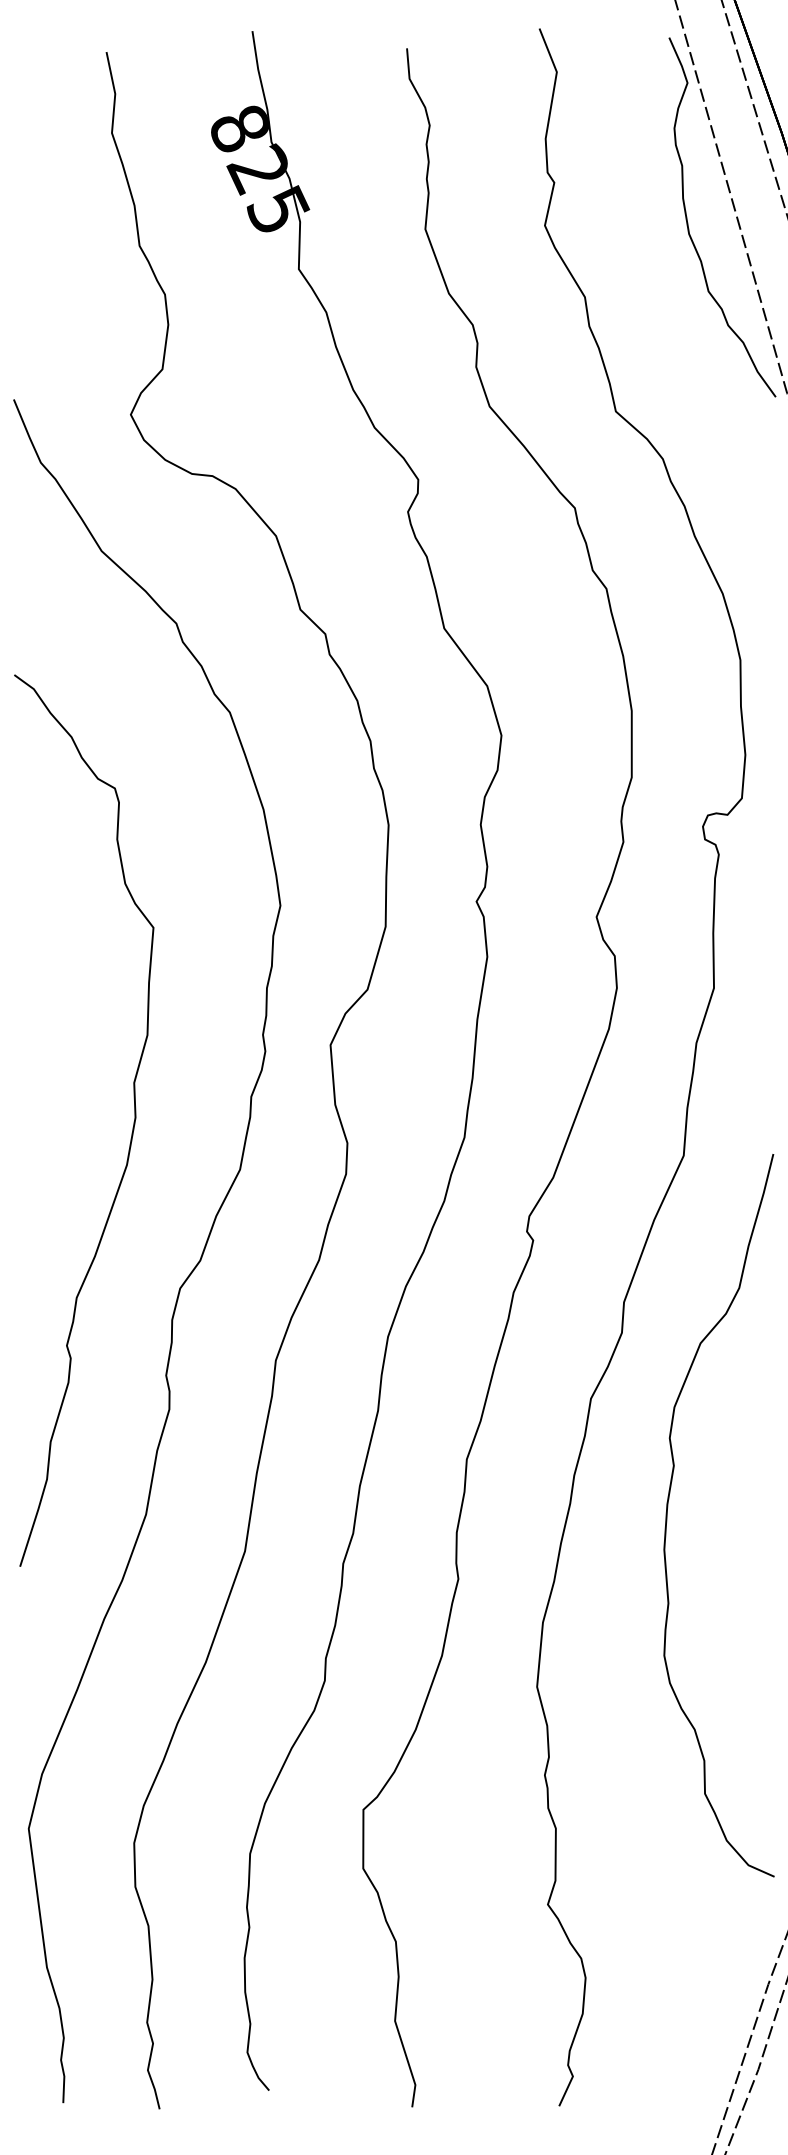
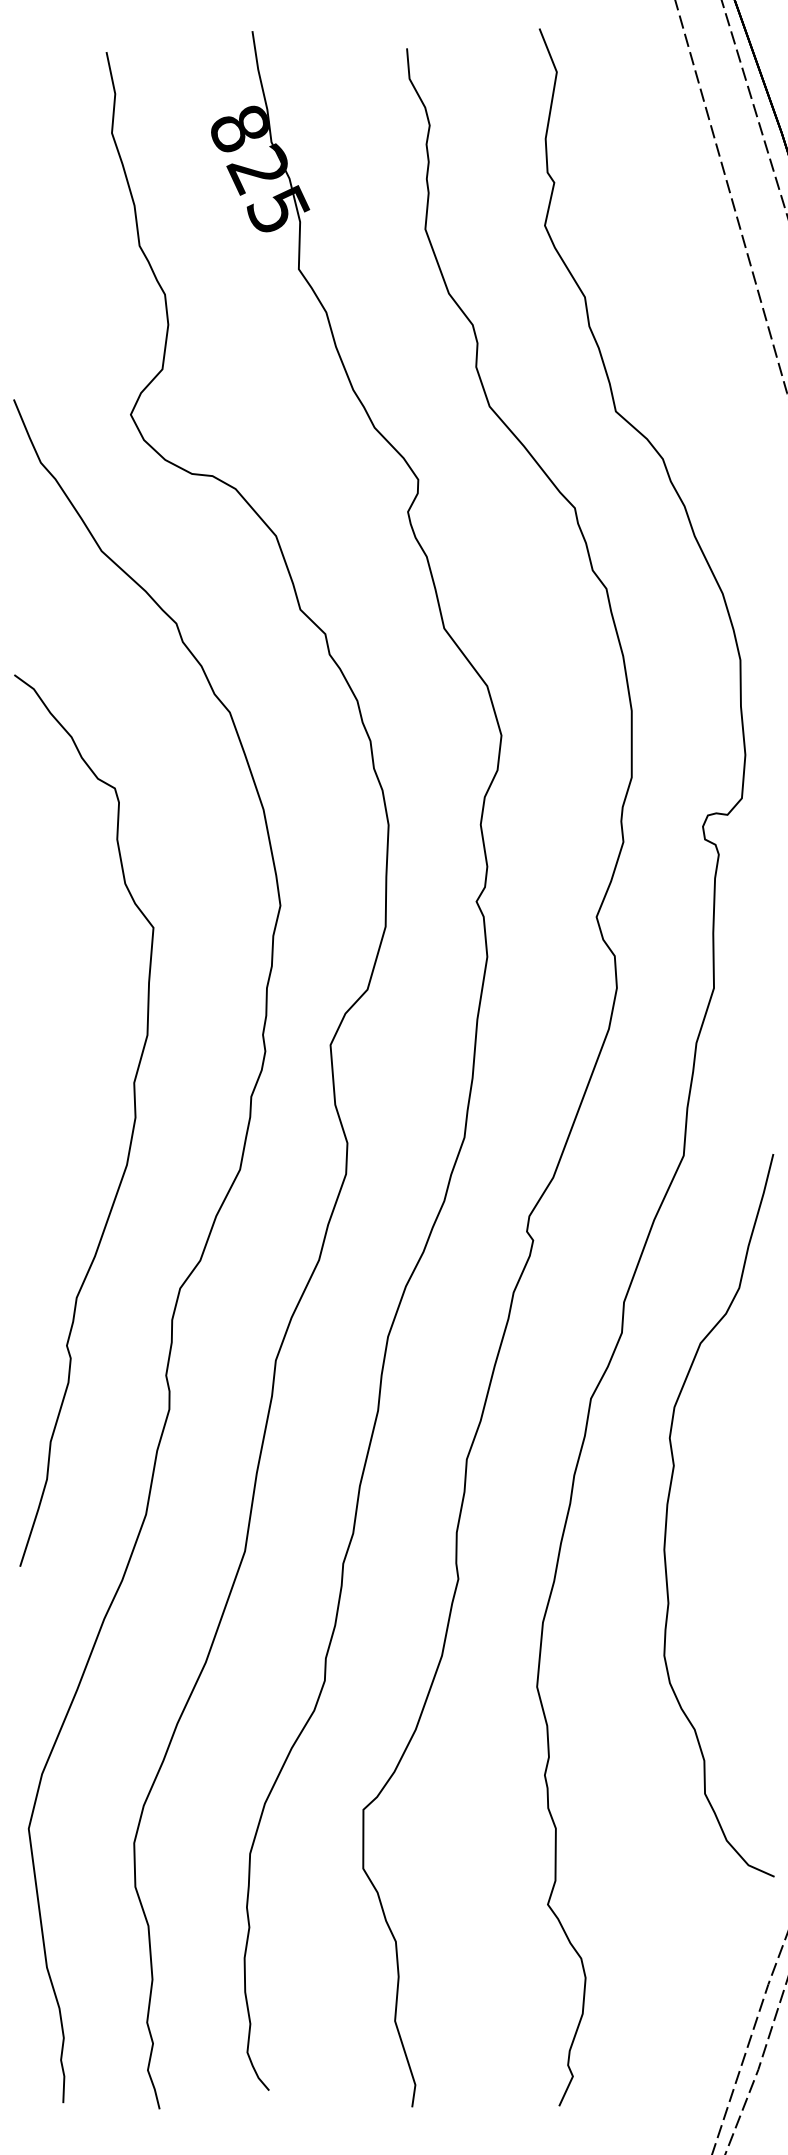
curve at (688, 222): present -> none
